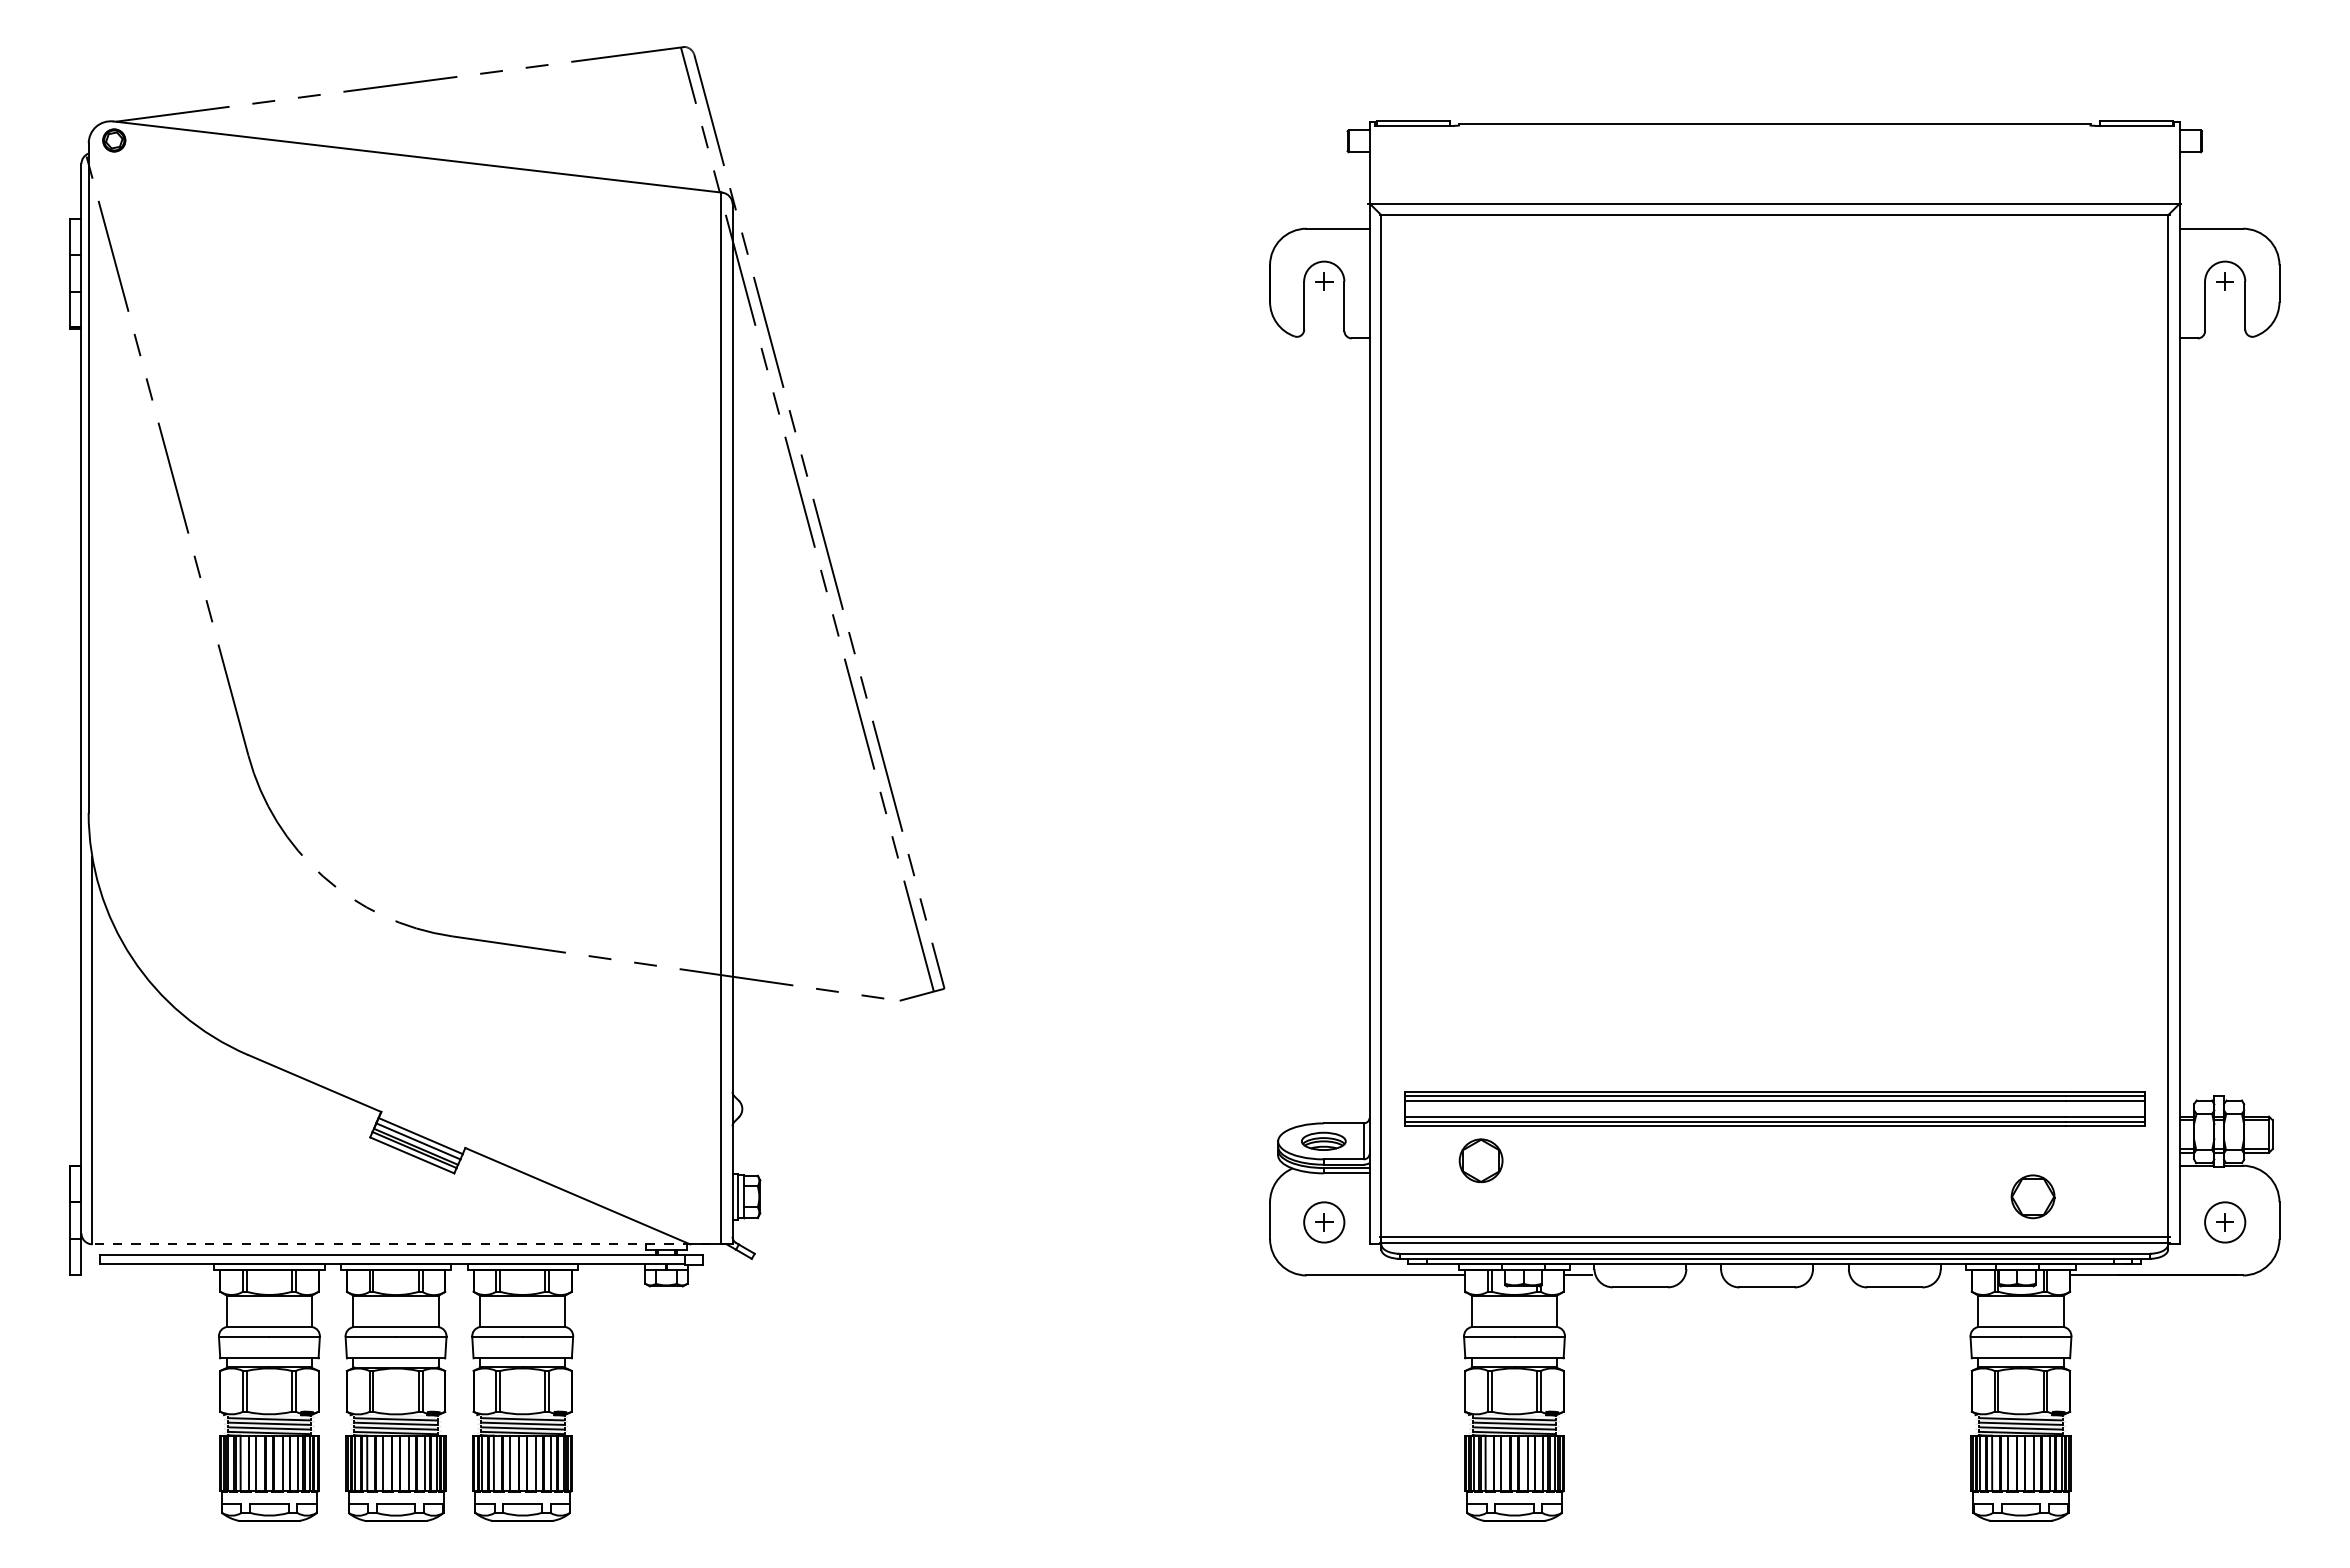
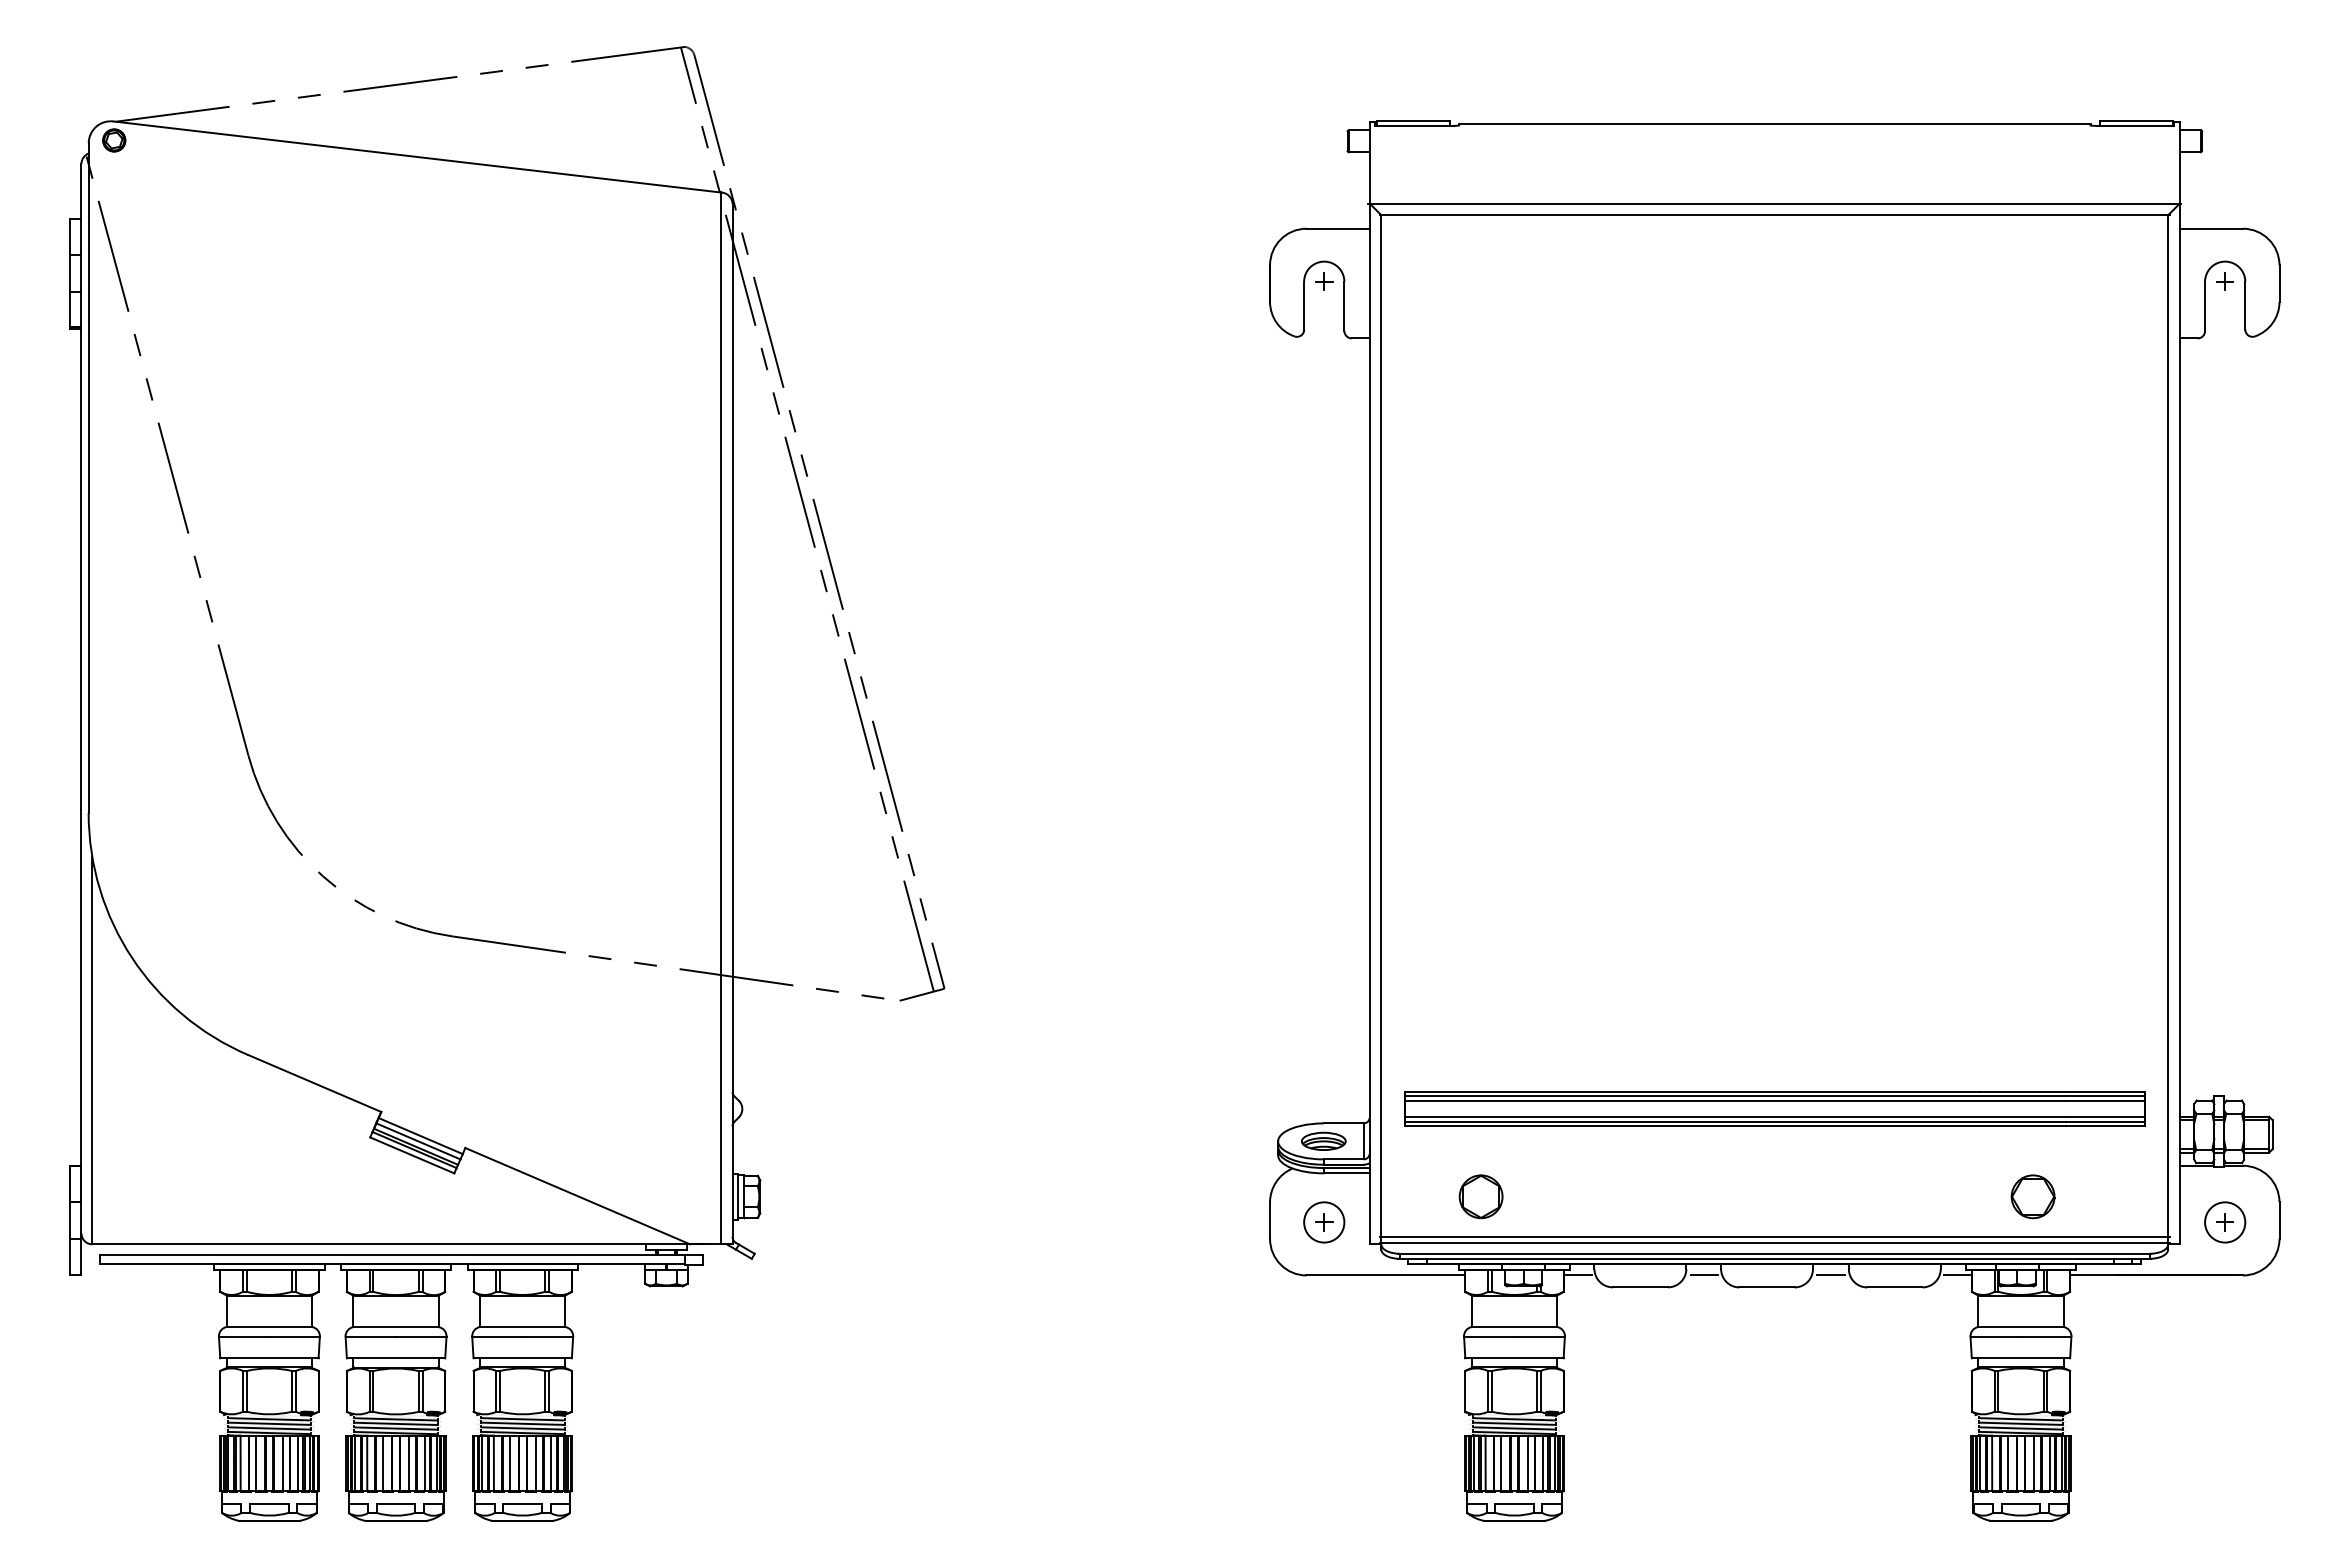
part at (1480, 1160) position: (1480, 1160) -> (1480, 1196)
line at (401, 1244): dashed -> solid
line at (1704, 1275): none -> present
line at (1830, 1275): none -> present
line at (1957, 1275): none -> present
